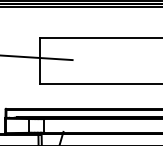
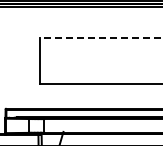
line at (101, 38): solid -> dashed
line at (37, 57): present -> none
